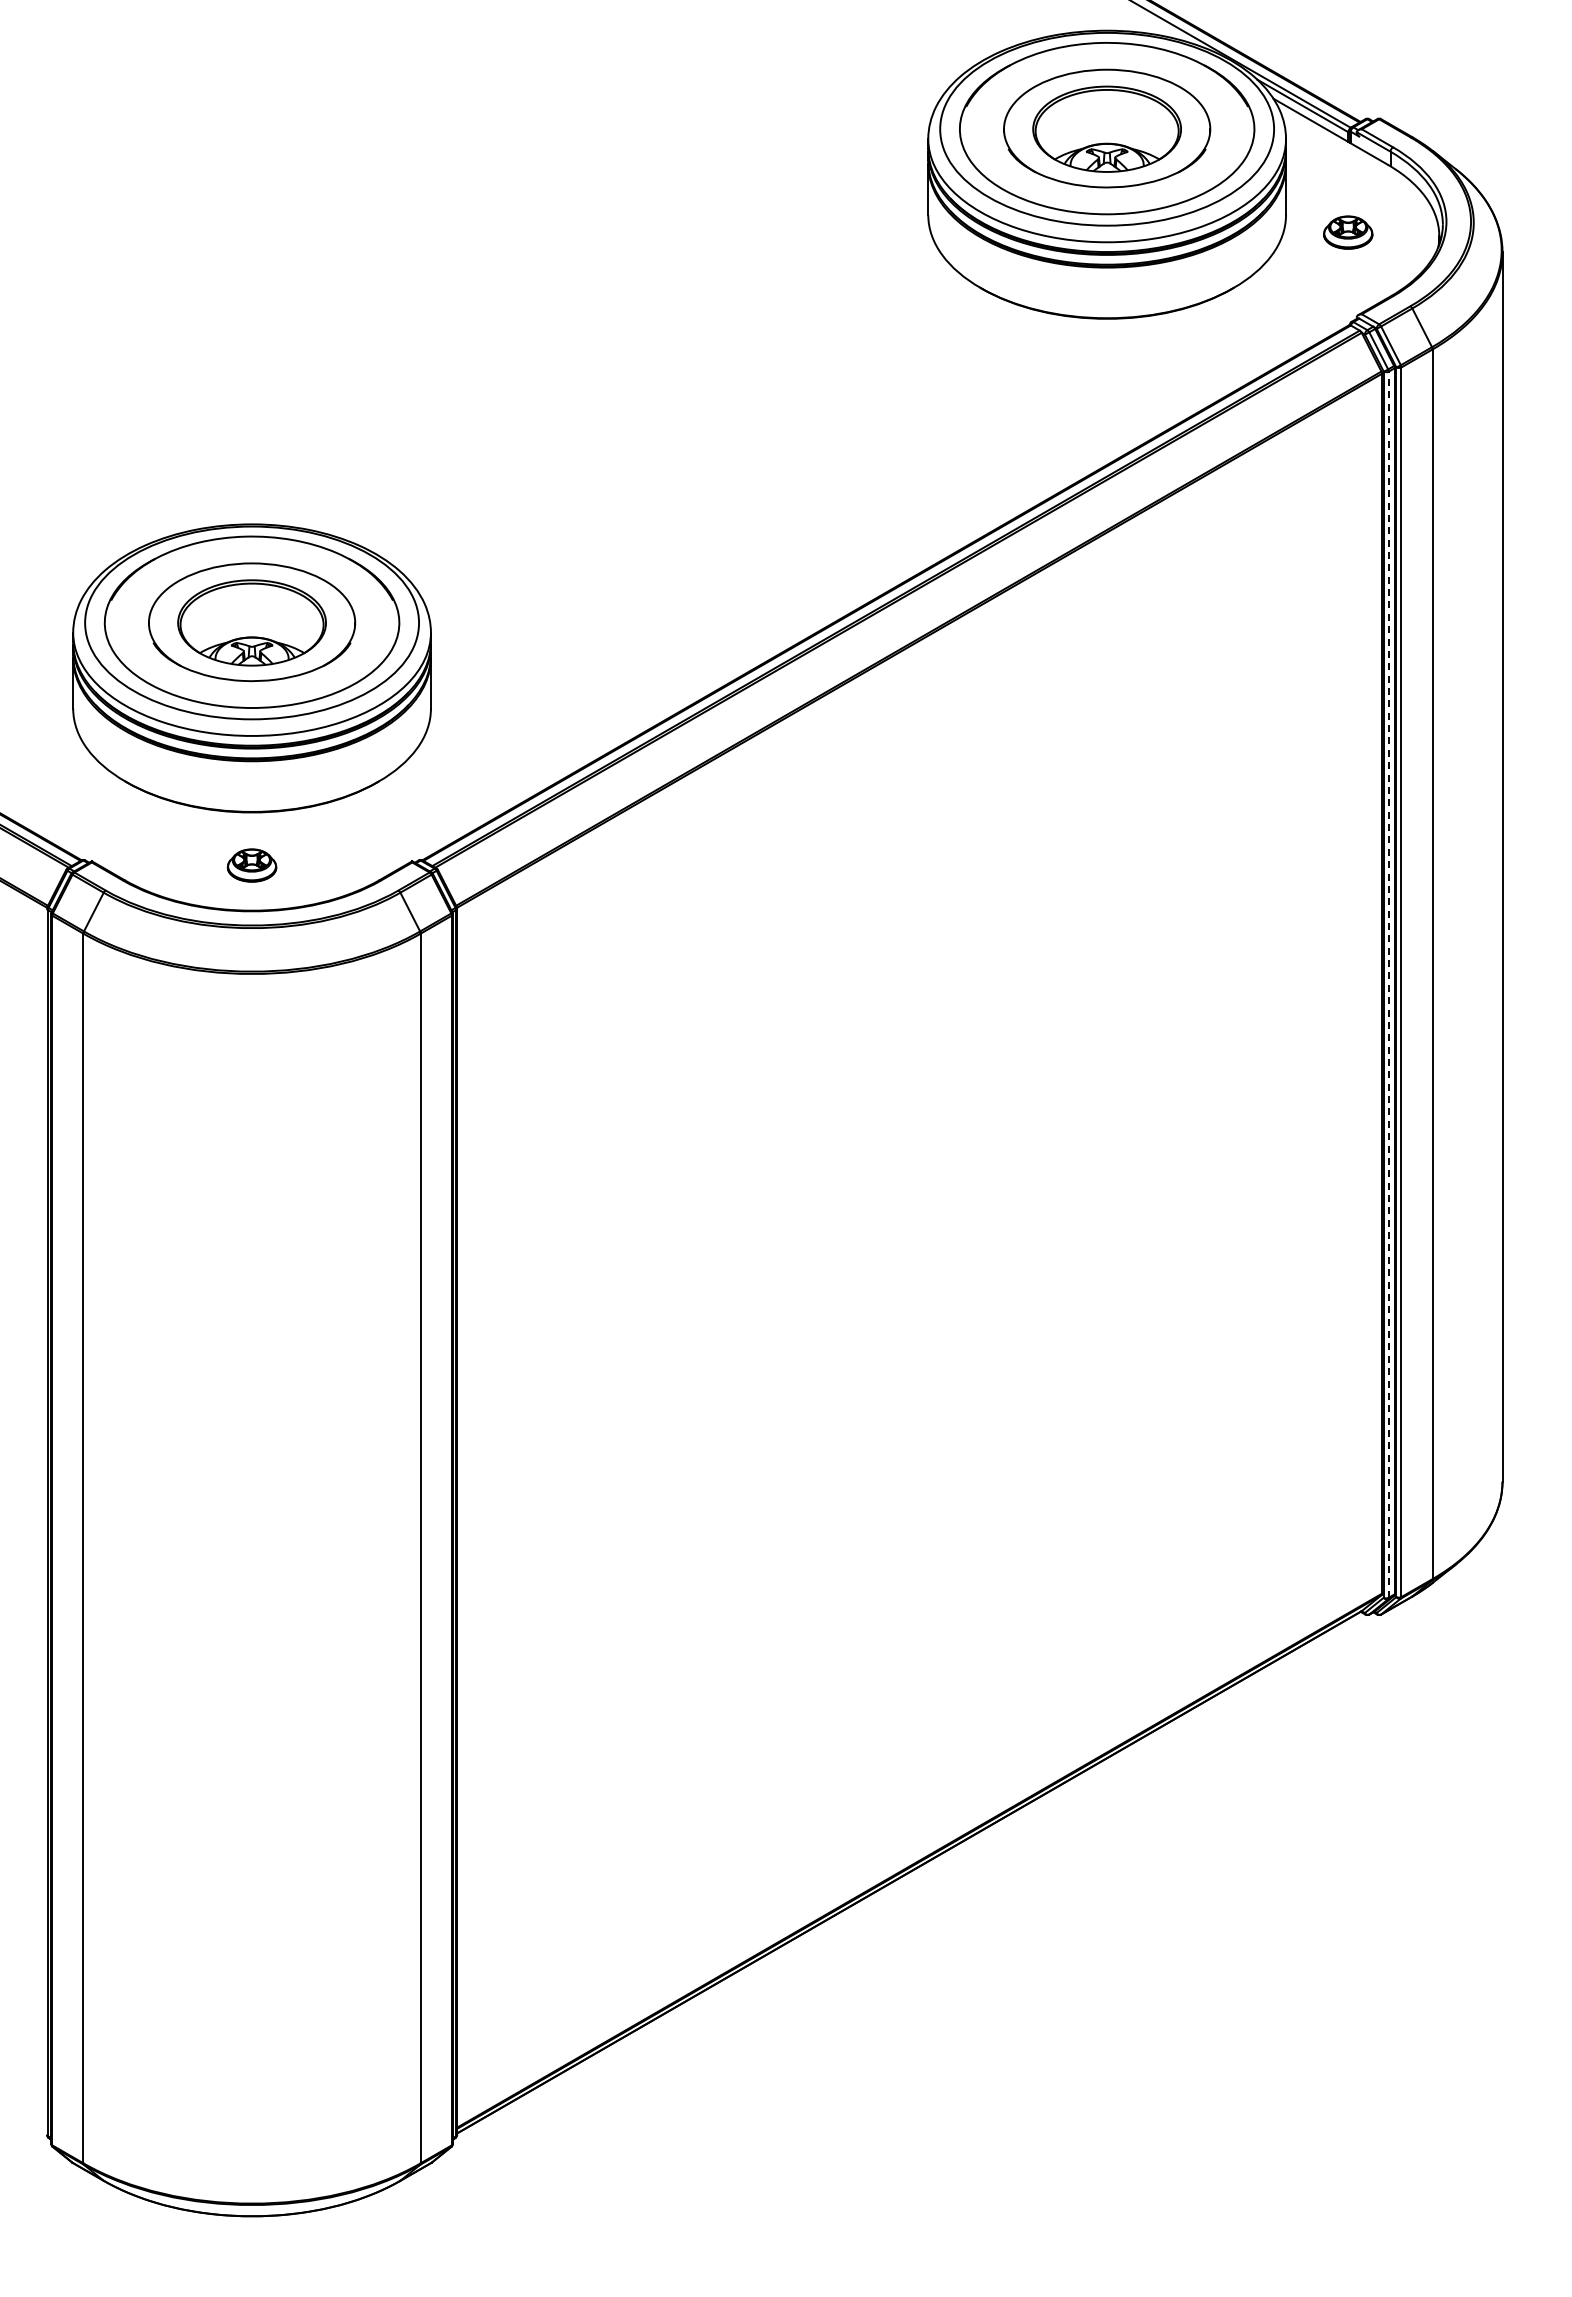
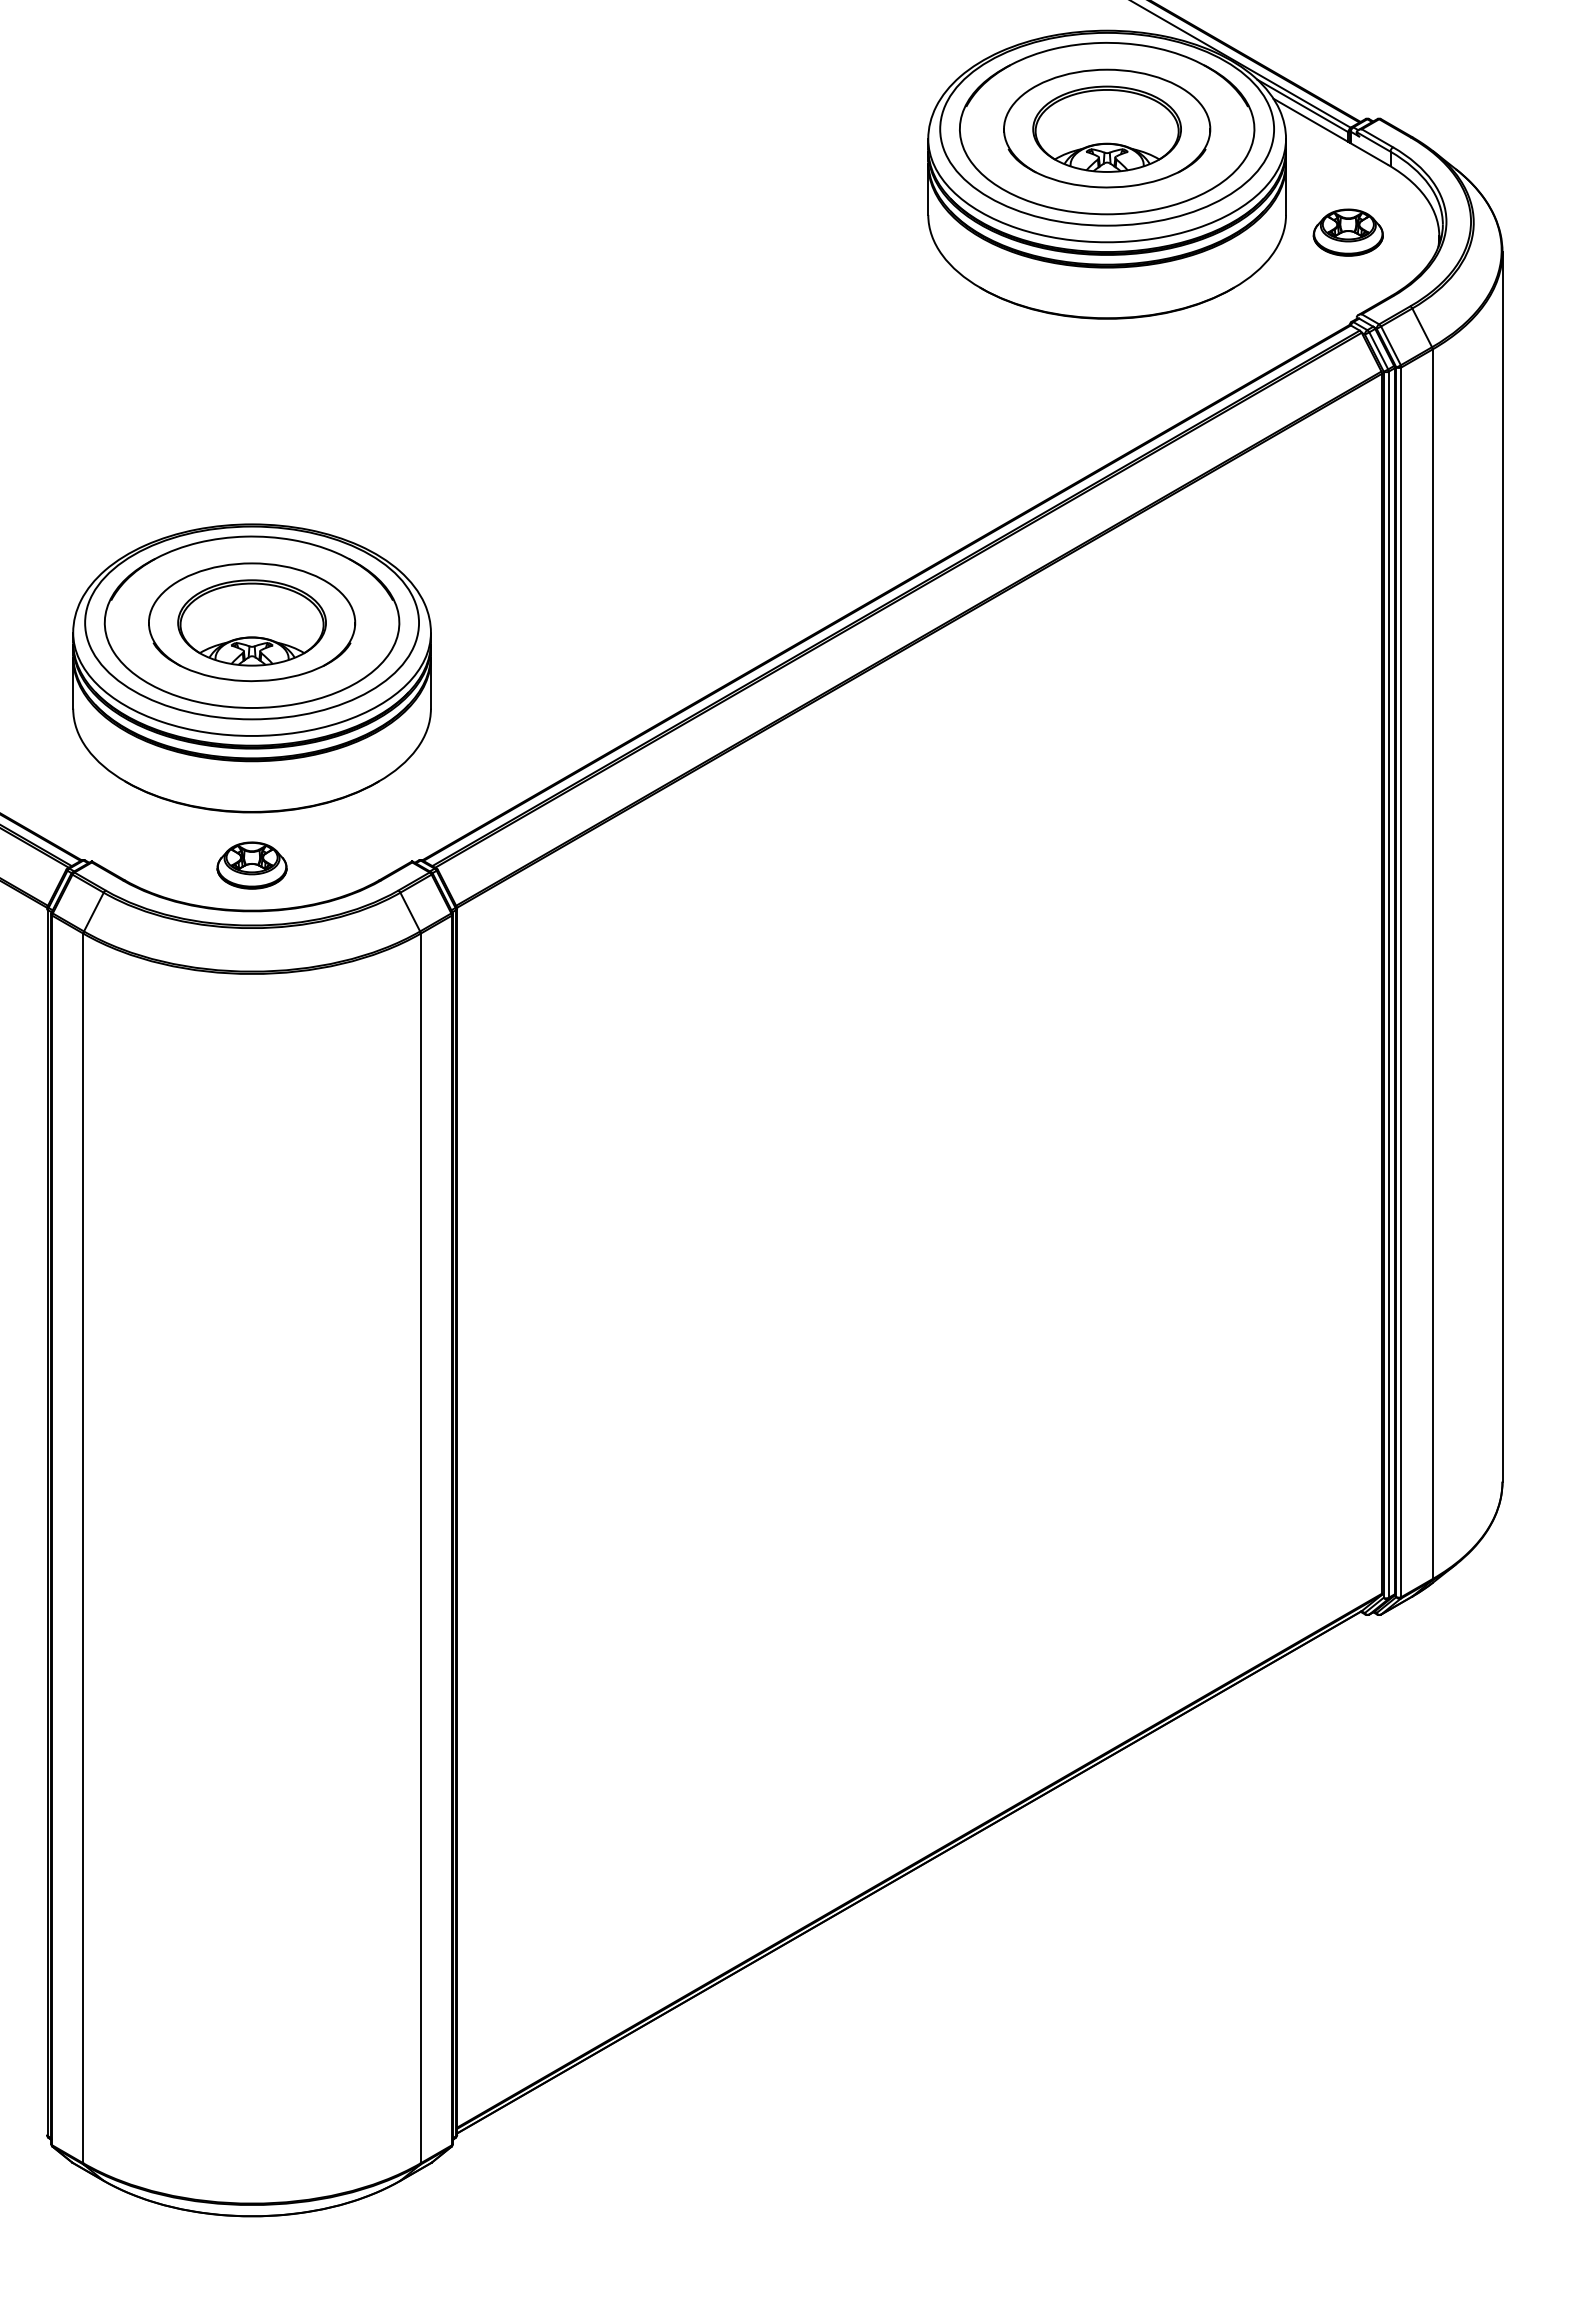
part at (1348, 232) size: 51x35 px -> 72x49 px
part at (251, 865) size: 52x35 px -> 72x49 px
line at (1388, 984): dashed -> solid
